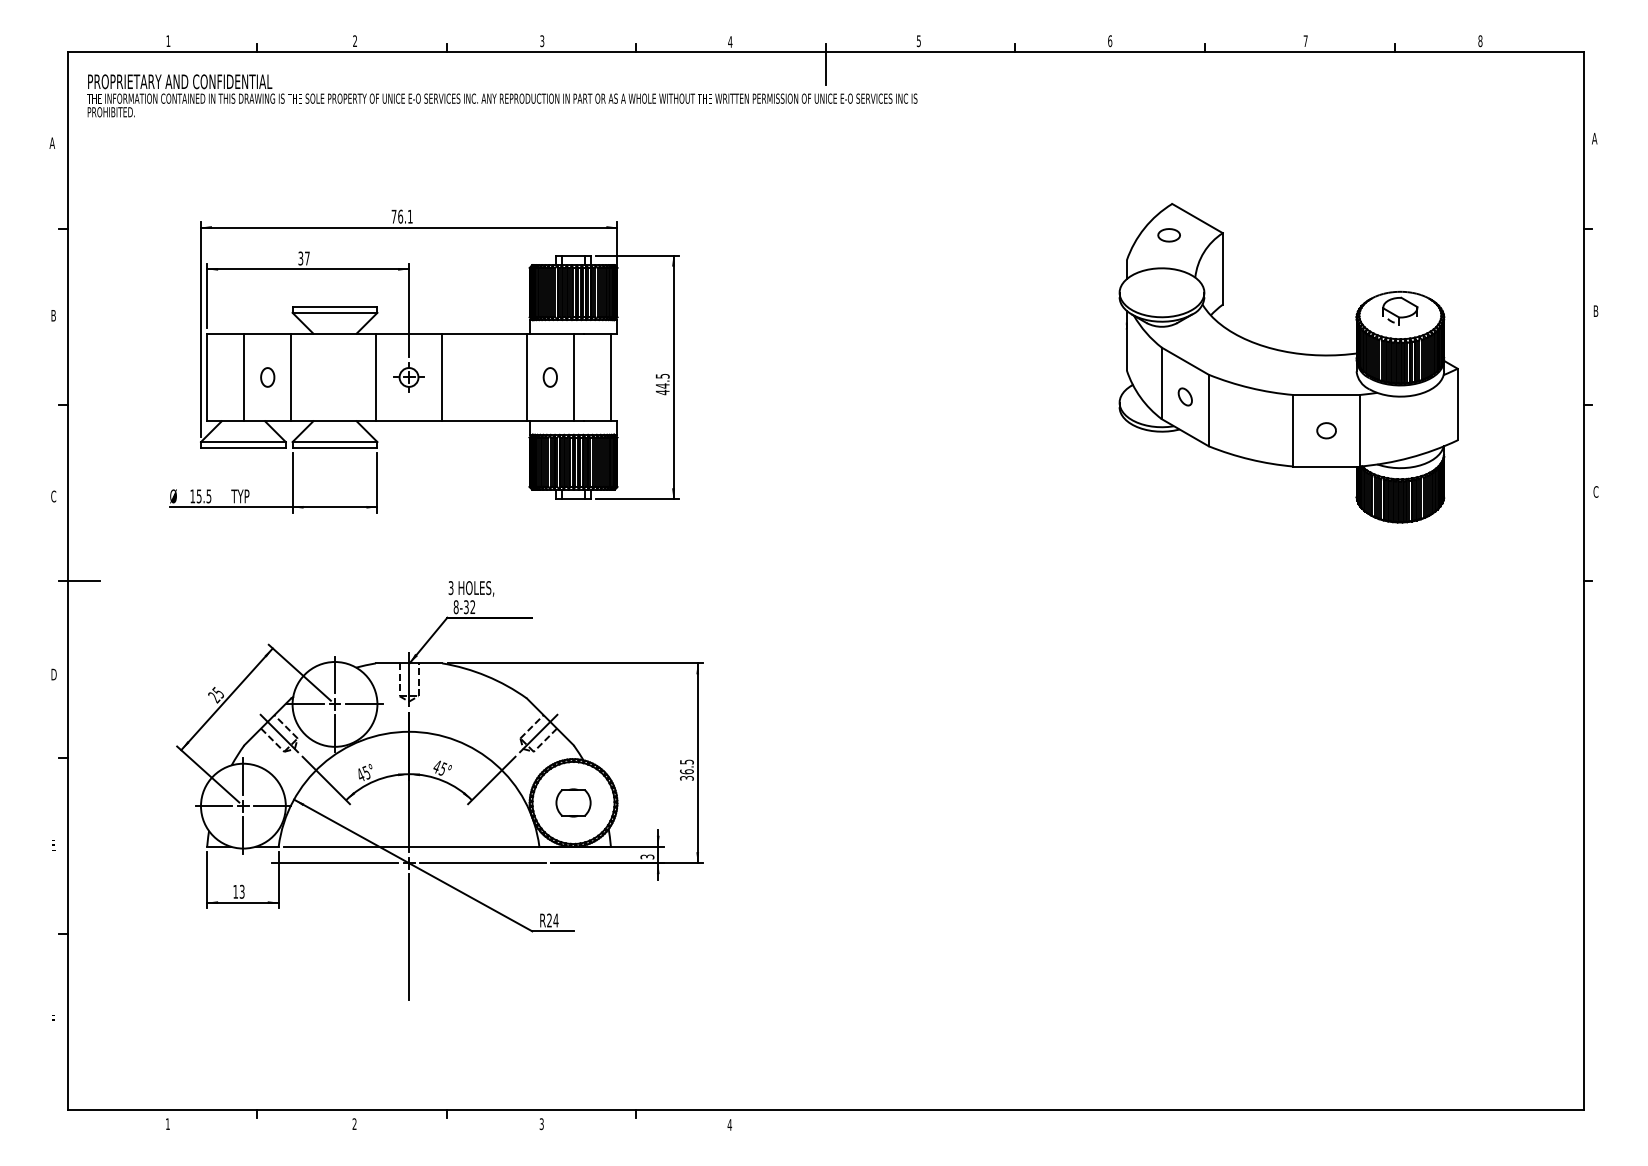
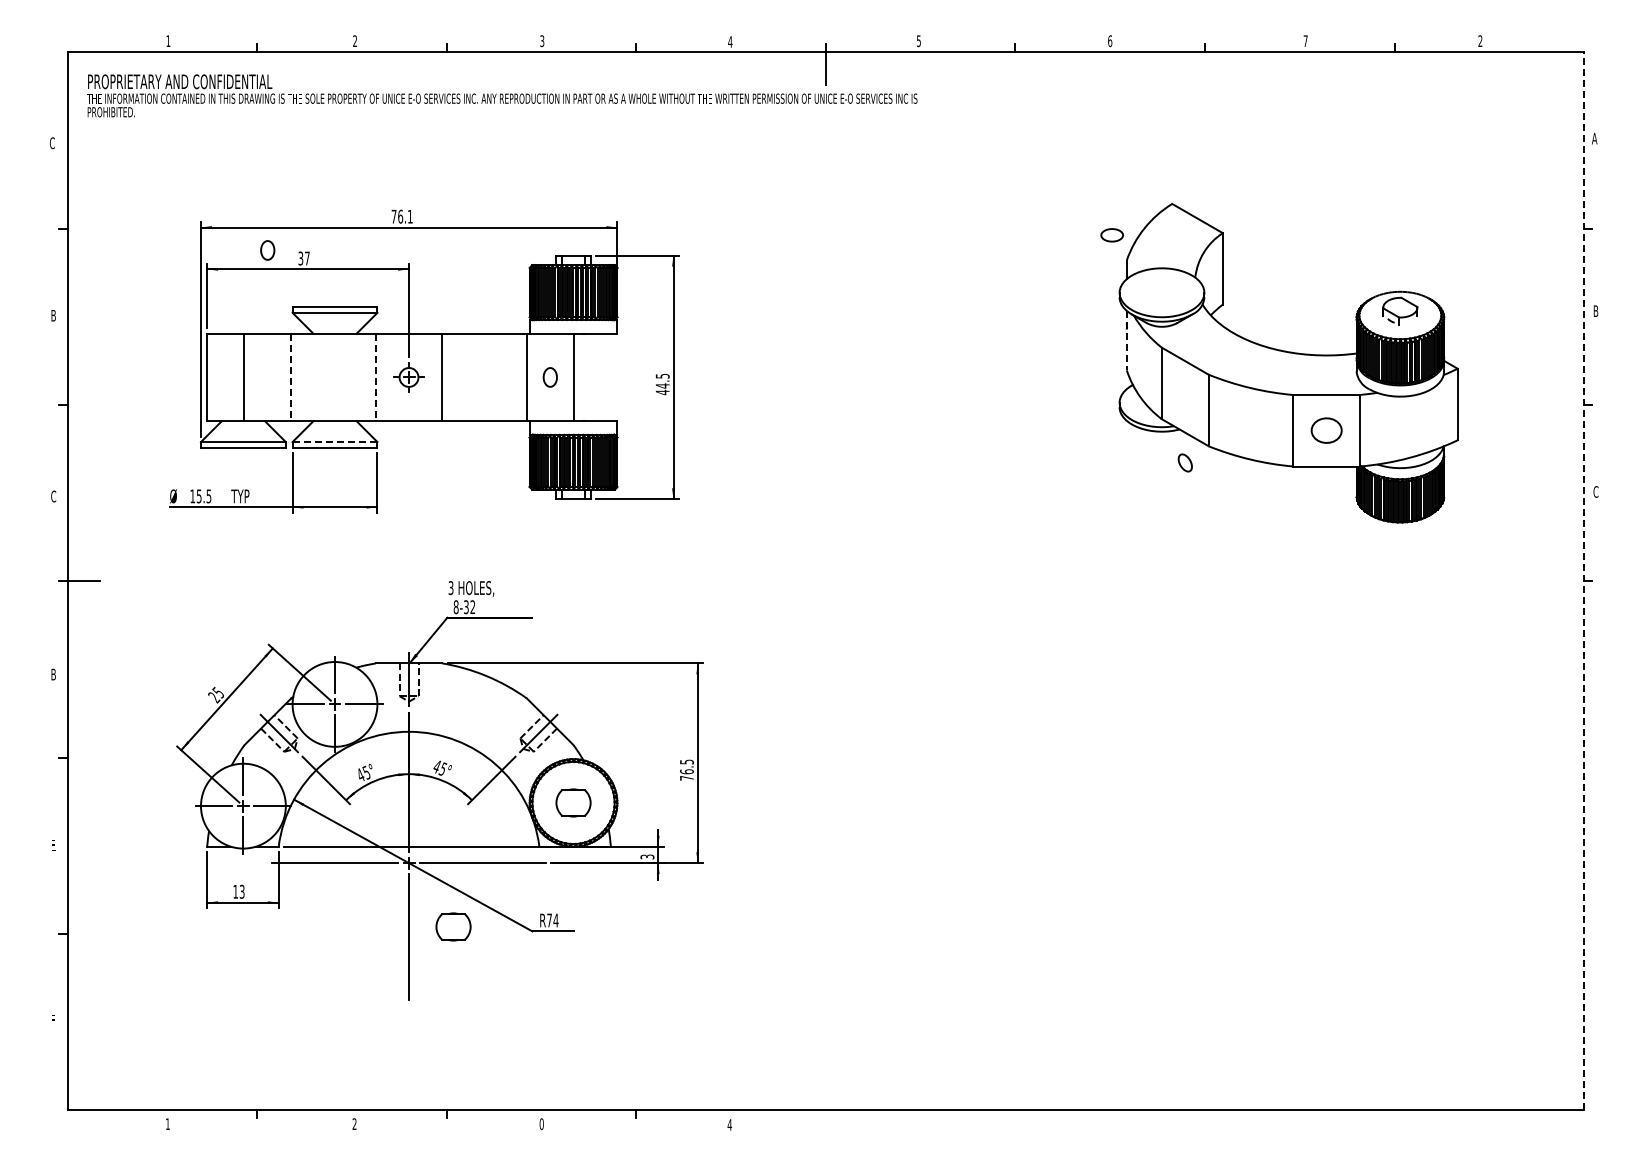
text at (1480, 41): 8 -> 2
text at (52, 143): A -> C
part at (1168, 235) position: (1168, 235) -> (1111, 235)
line at (1126, 340): solid -> dashed
part at (267, 377) position: (267, 377) -> (267, 250)
line at (291, 377): solid -> dashed
line at (375, 377): solid -> dashed
line at (610, 377): present -> none
part at (1184, 396) position: (1184, 396) -> (1184, 462)
part at (1326, 430) size: 21x18 px -> 33x27 px
line at (334, 442): solid -> dashed
line at (1583, 581): solid -> dashed
text at (54, 674): D -> B
text at (686, 777): 36.5 -> 76.5
text at (549, 920): R24 -> R74
part at (453, 926): none -> present
text at (541, 1123): 3 -> 0
